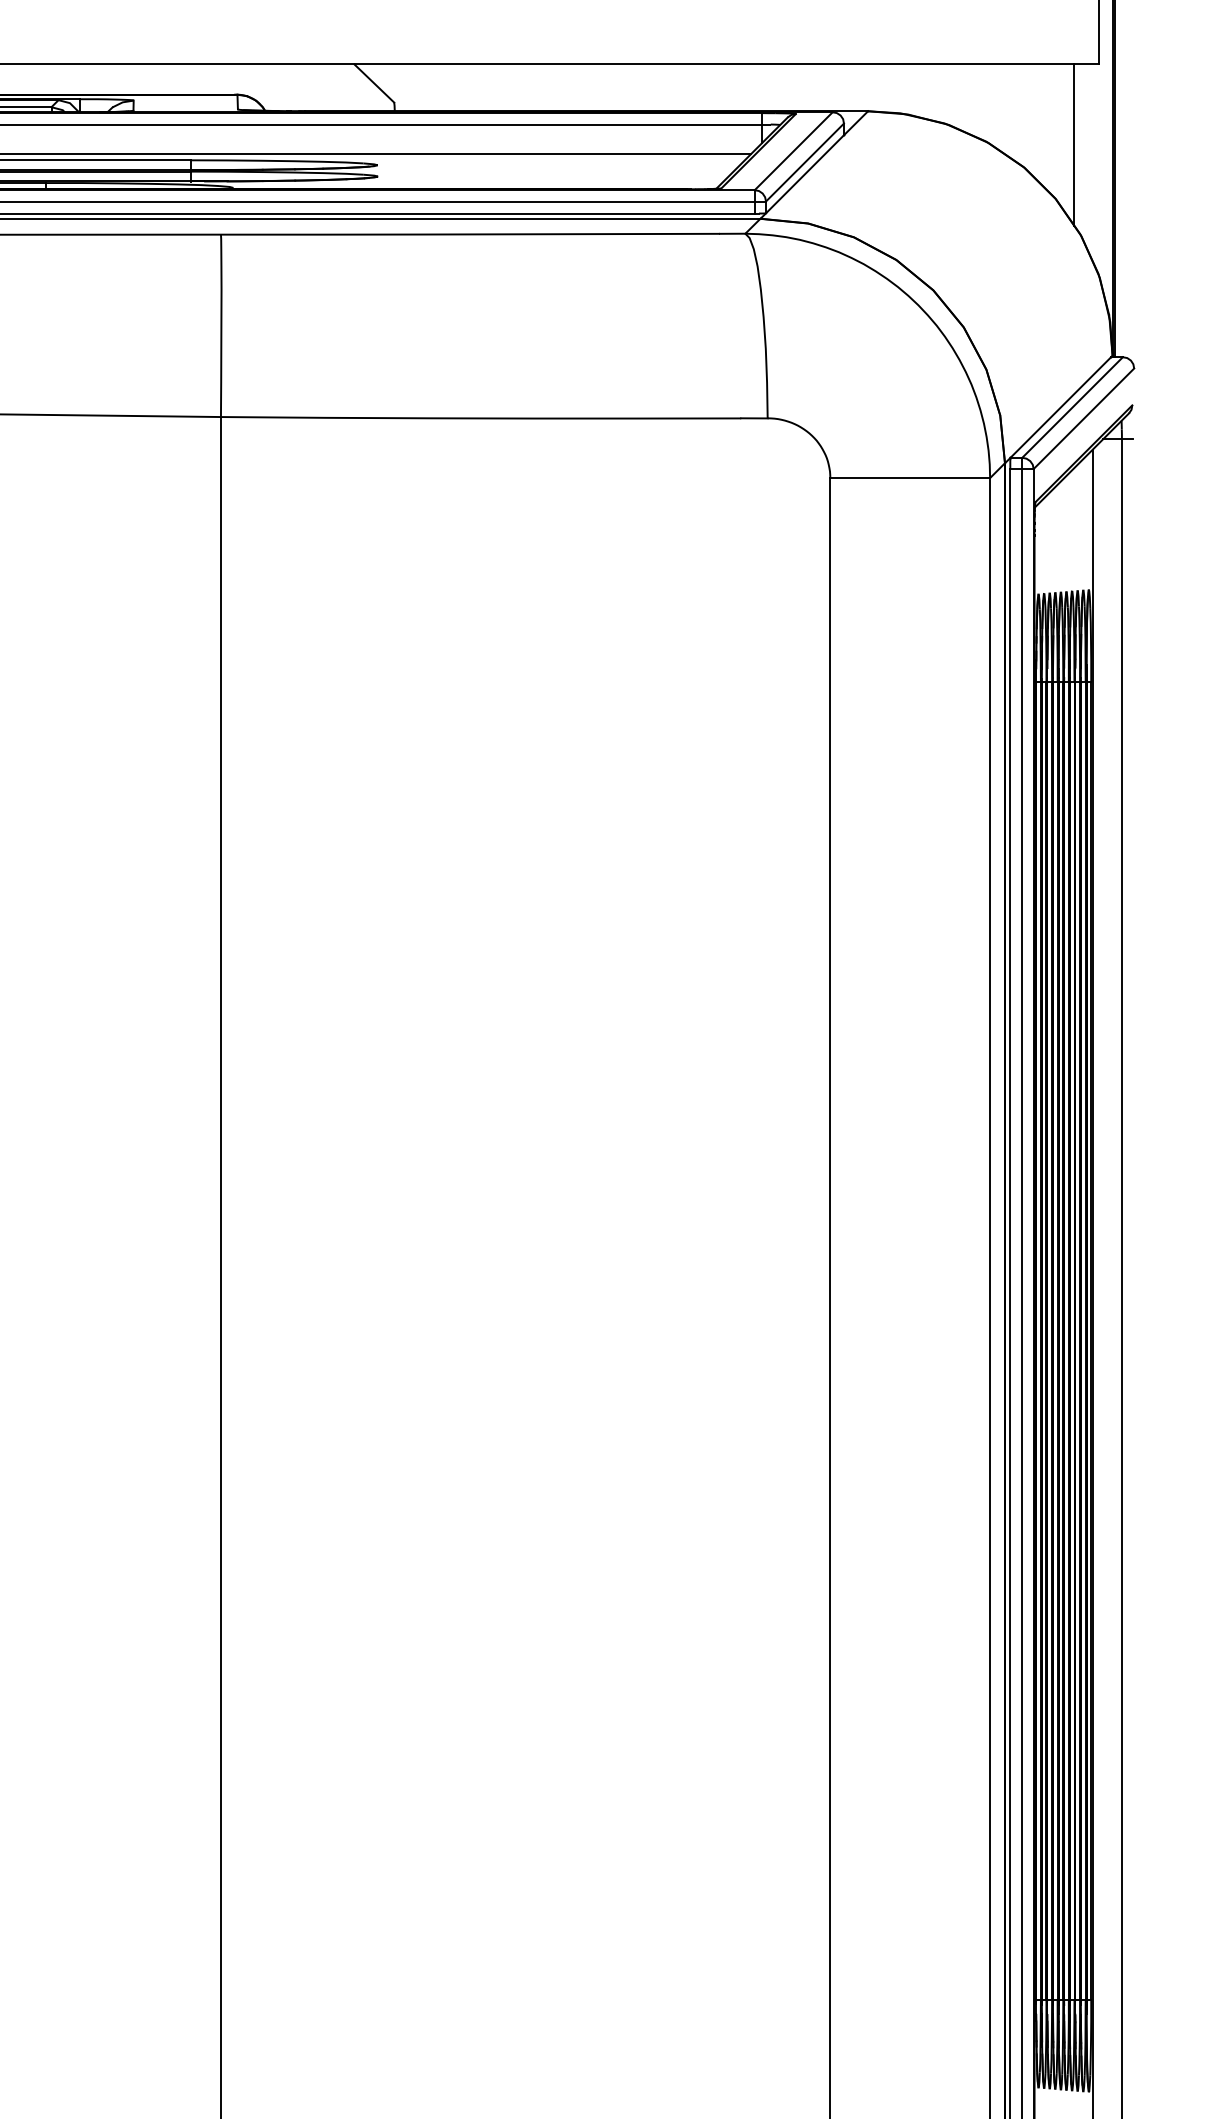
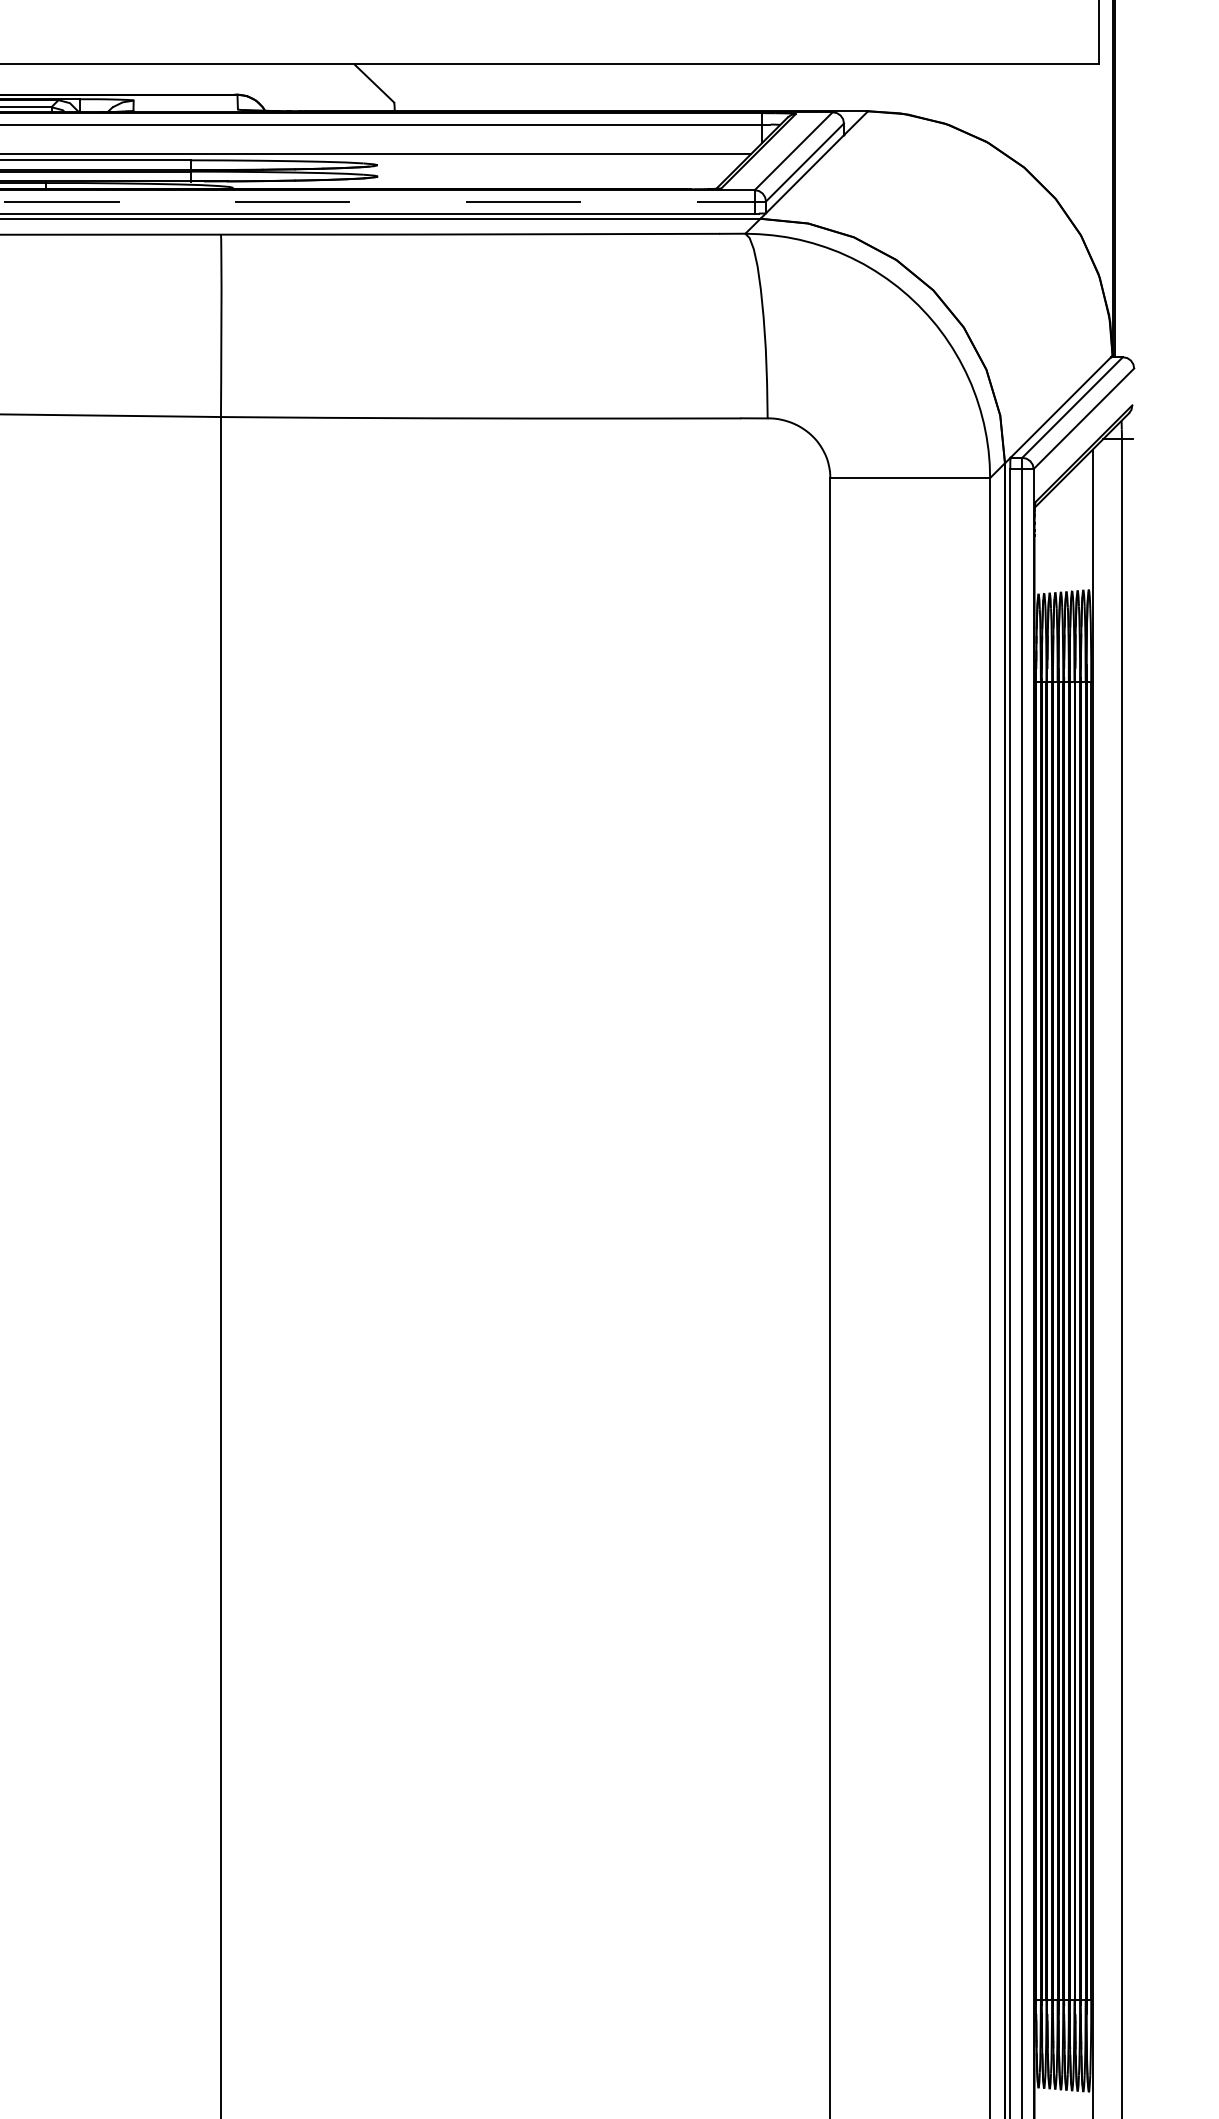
line at (1074, 144): present -> none
line at (383, 201): solid -> dashed
